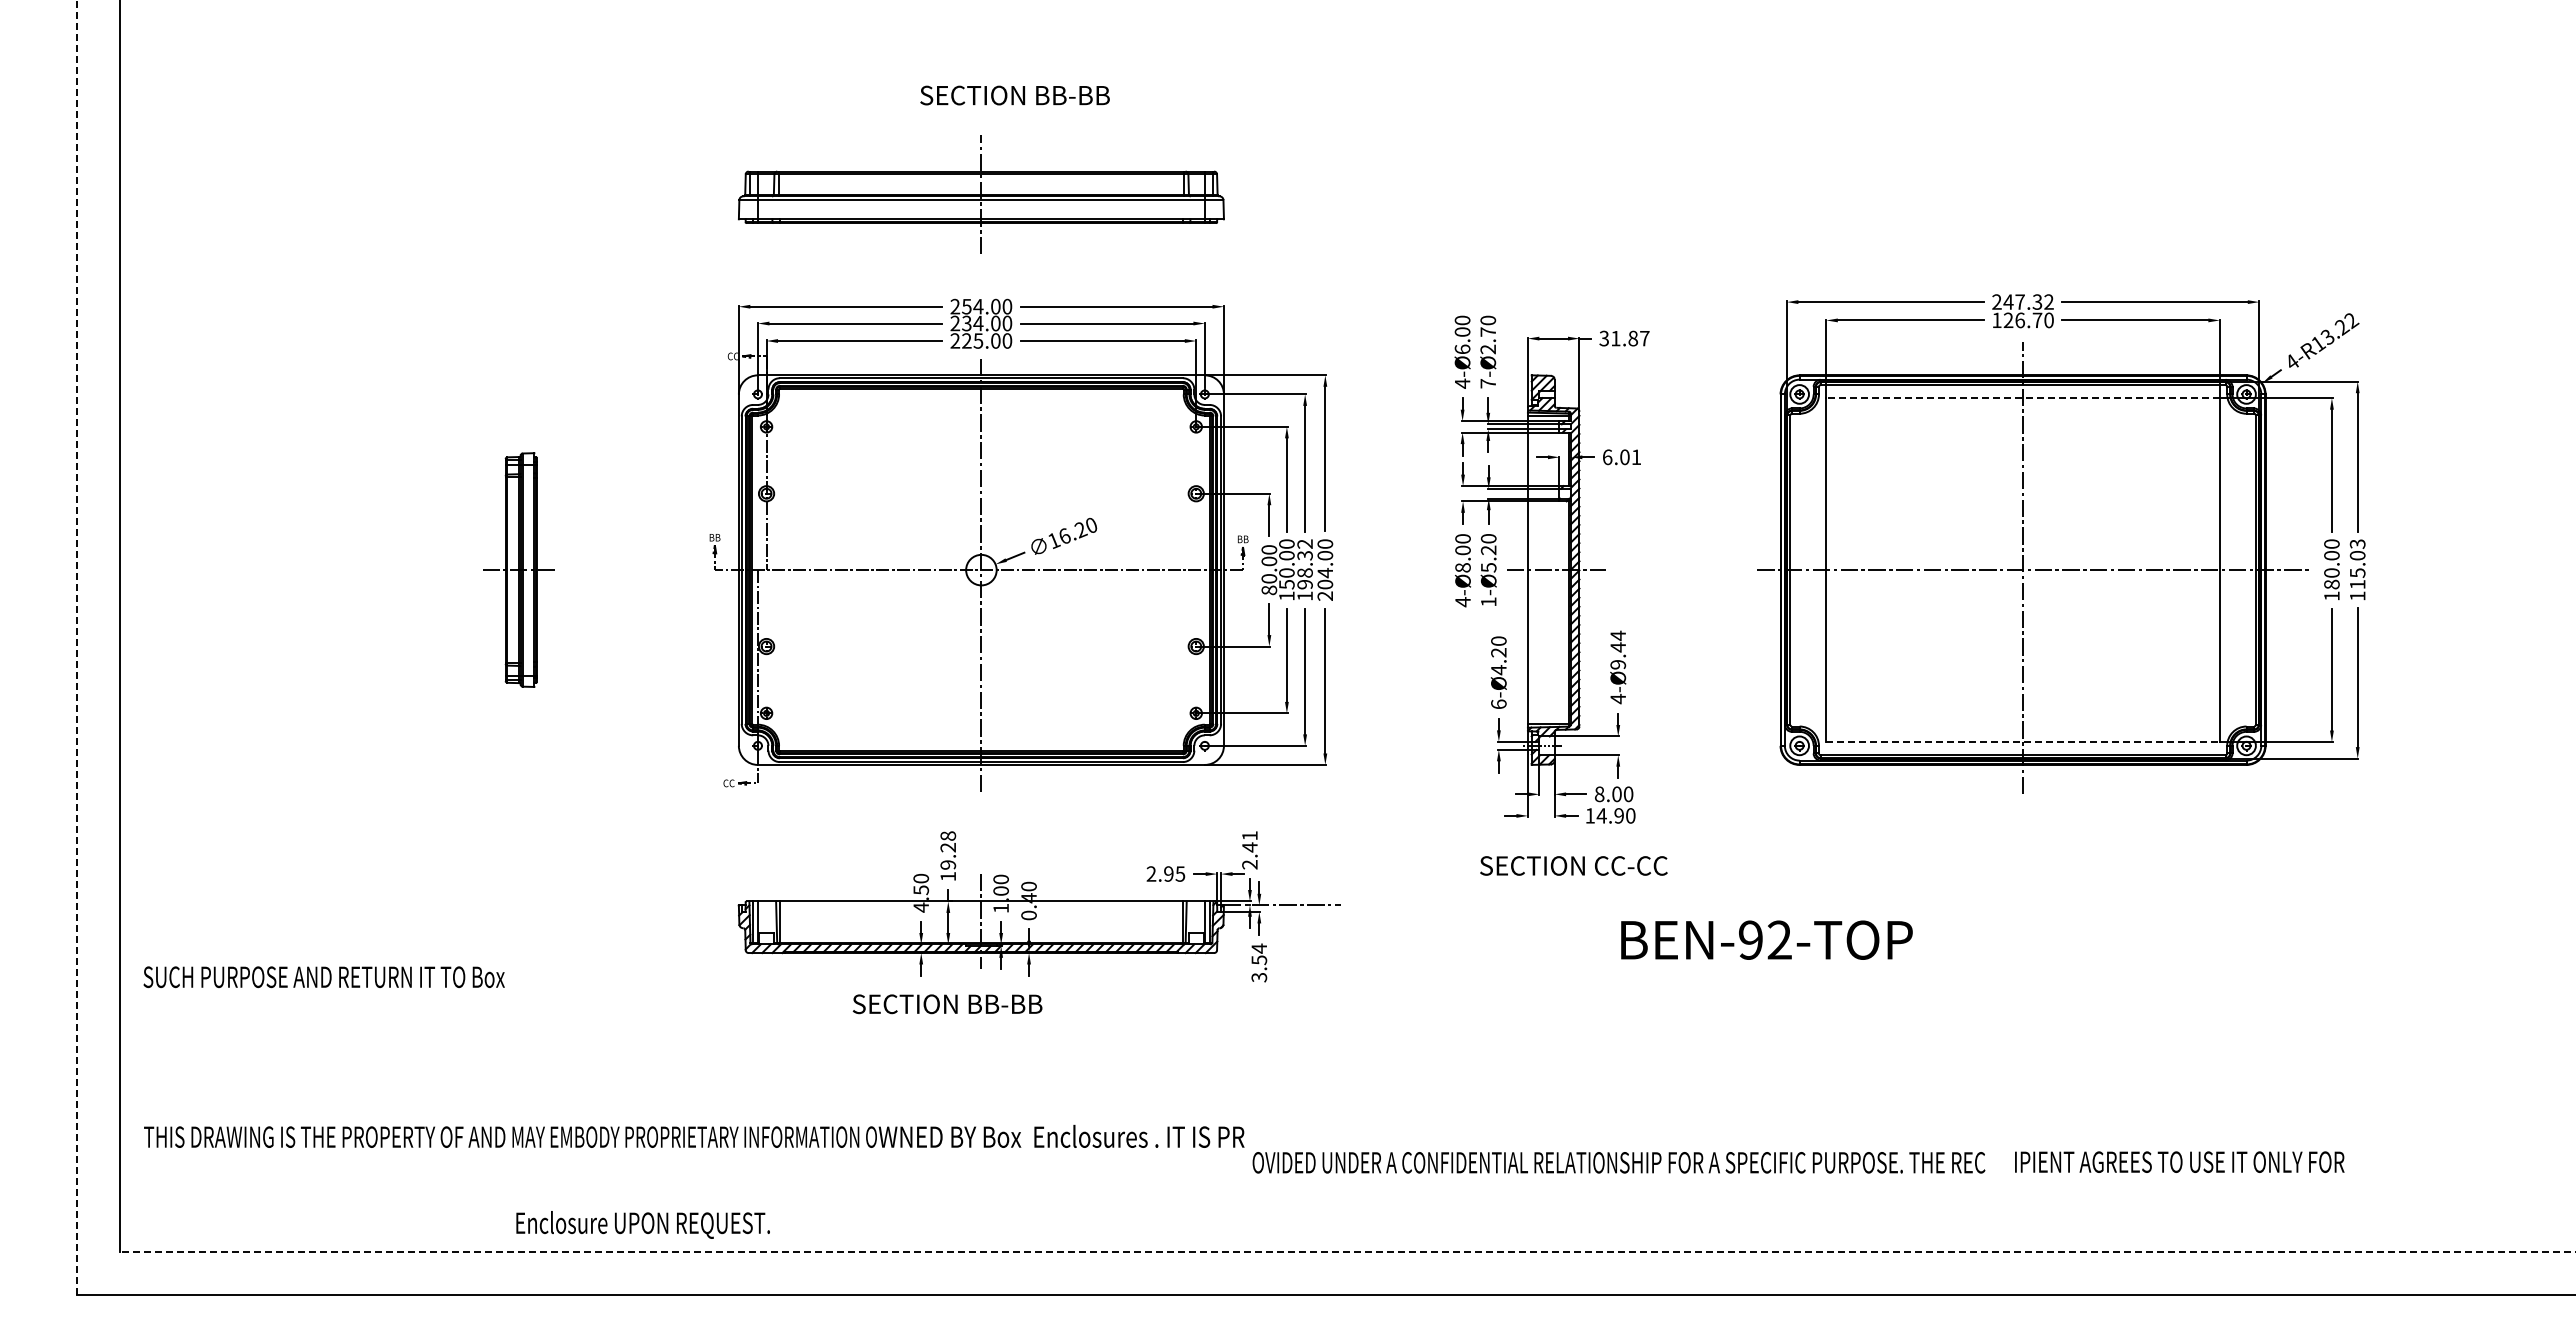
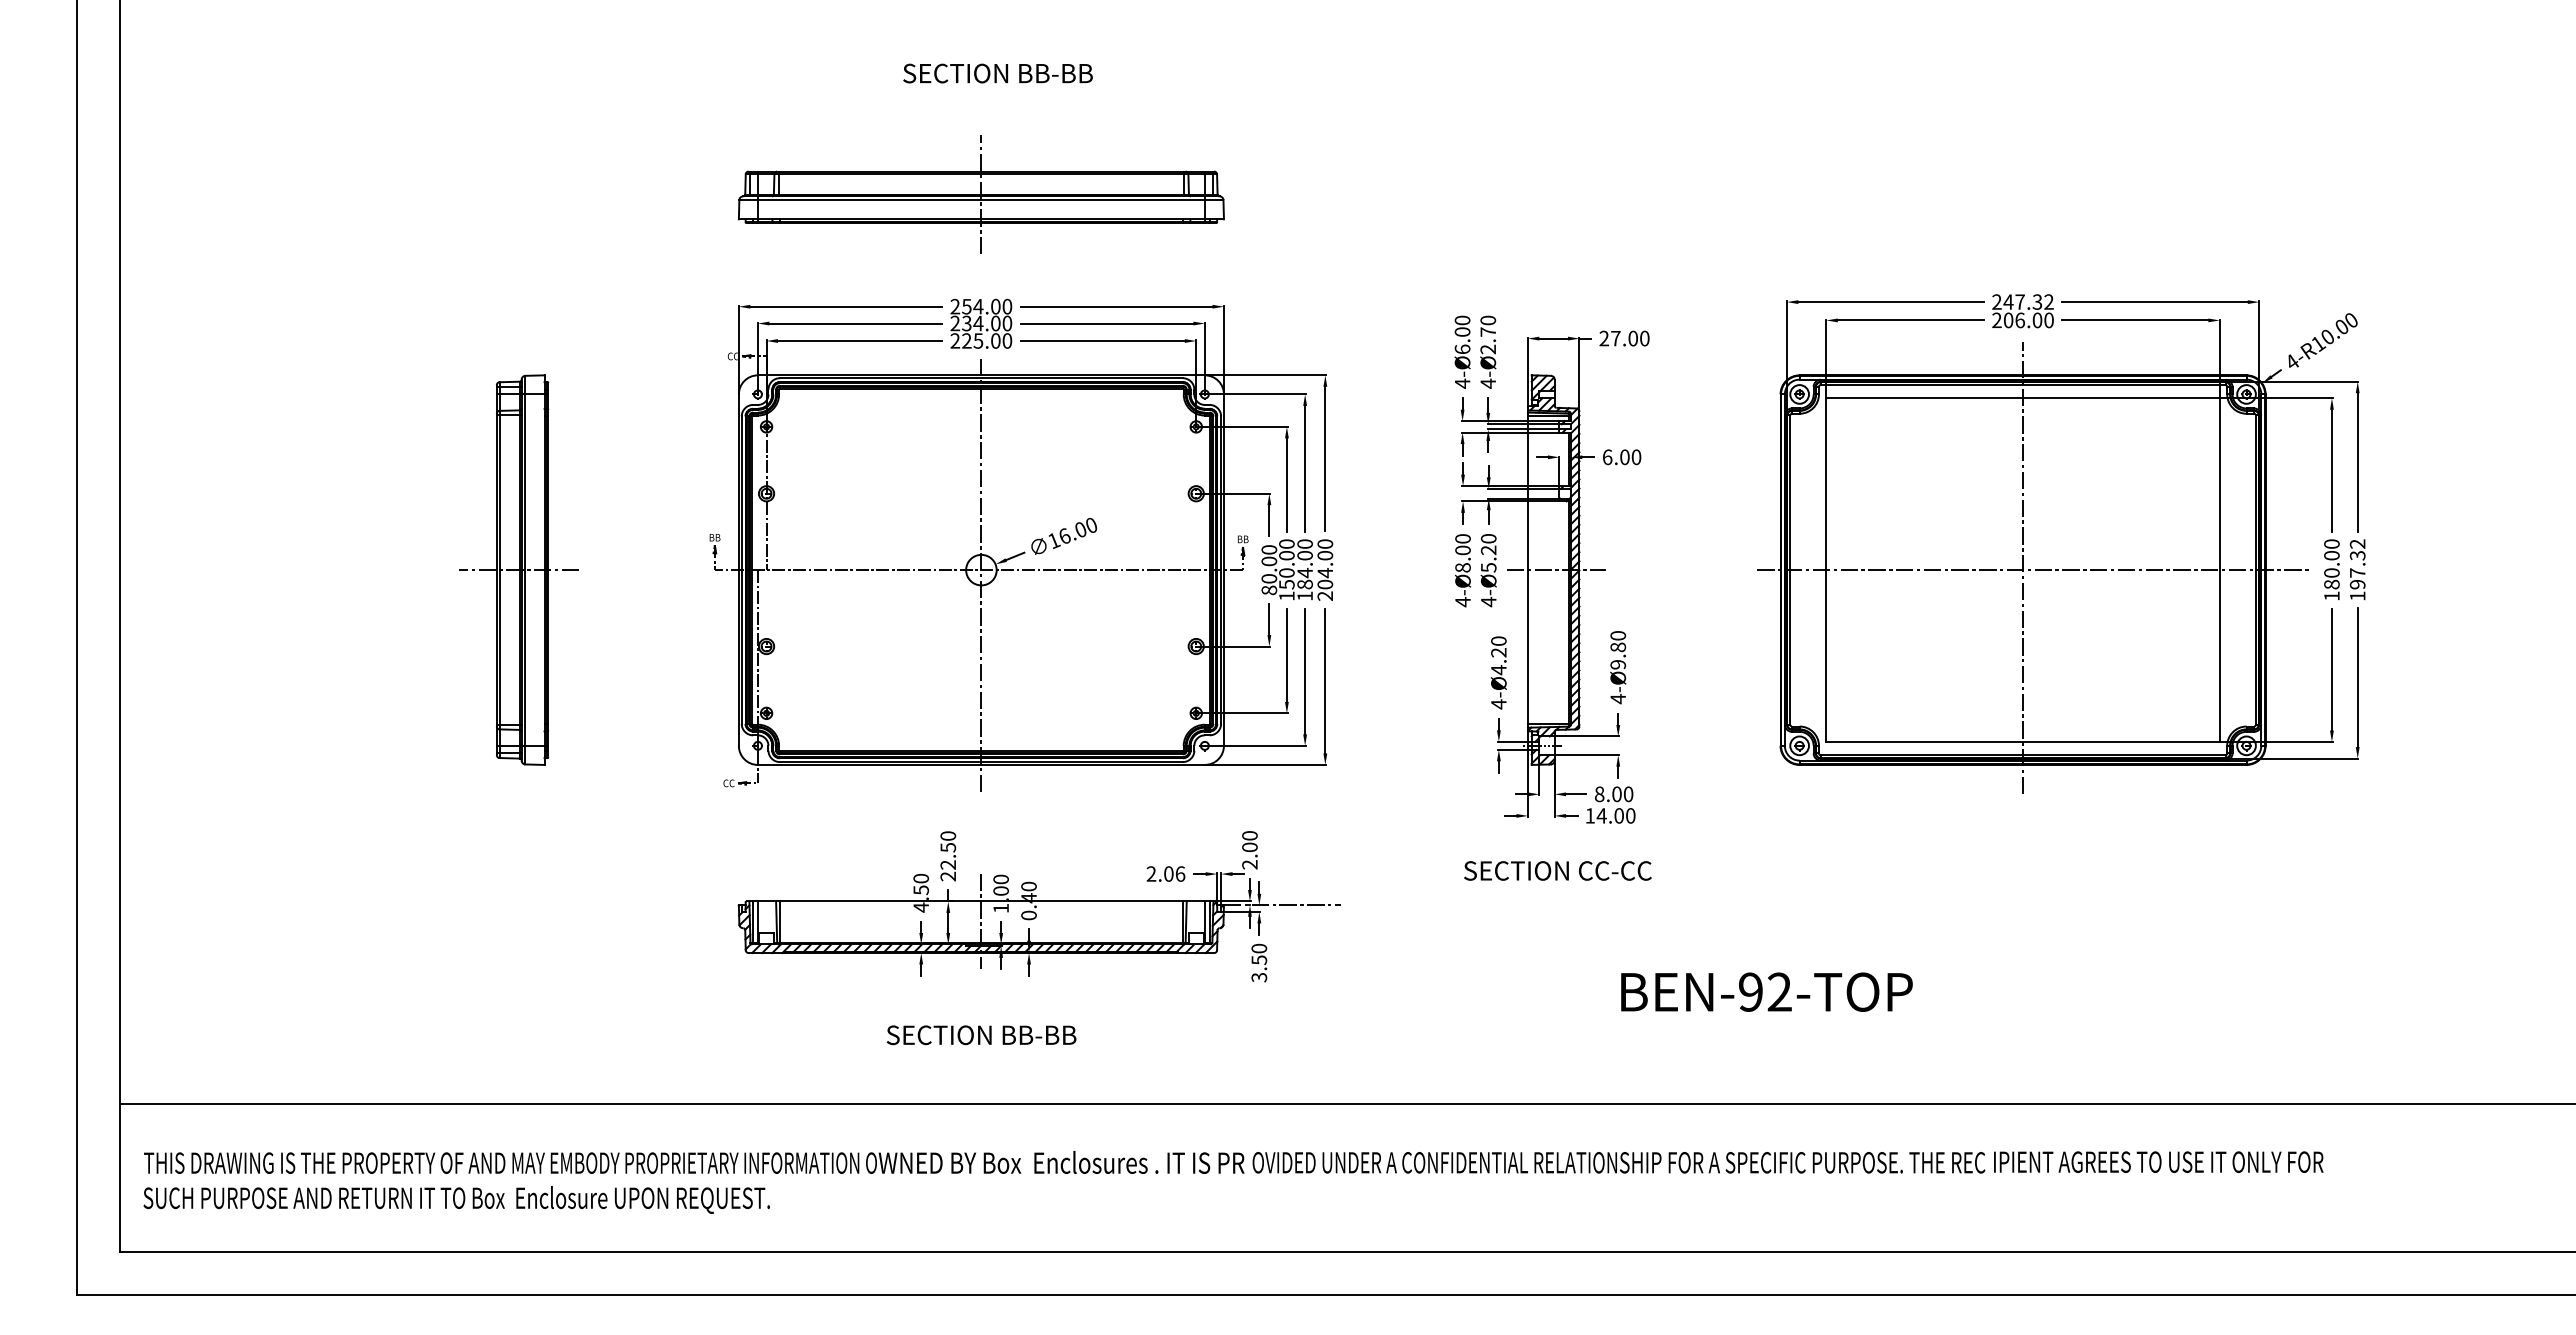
text at (1014, 95) position: (1014, 95) -> (997, 73)
text at (2017, 320): 126.70 -> 206.00
text at (2339, 329): 4-R13.22 -> 4-R10.00
text at (1624, 338): 31.87 -> 27.00
text at (1487, 383): 7- -> 4-
line at (2023, 398): dashed -> solid
text at (1636, 457): 6.01 -> 6.00
text at (1080, 530): 16.20 -> 16.00
text at (1304, 564): 198.32 -> 184.00
text at (2357, 564): 115.03 -> 197.32
part at (518, 569) size: 72x236 px -> 120x392 px
text at (1488, 601): 1- -> 4-
text at (1618, 641): 9.44 -> 9.80
line at (77, 646): dashed -> solid
text at (1498, 704): 6- -> 4-
line at (2023, 742): dashed -> solid
text at (1618, 815): 14.90 -> 14.00
text at (1249, 841): 2.41 -> 2.00
text at (948, 856): 19.28 -> 22.50
text at (1573, 865) position: (1573, 865) -> (1557, 870)
text at (1174, 873): 2.95 -> 2.06
text at (1766, 939) position: (1766, 939) -> (1766, 991)
text at (1259, 948): 3.54 -> 3.50
text at (323, 977) position: (323, 977) -> (323, 1198)
text at (947, 1004) position: (947, 1004) -> (981, 1035)
line at (1346, 1103): none -> present
text at (694, 1135) position: (694, 1135) -> (694, 1161)
text at (2179, 1161) position: (2179, 1161) -> (2158, 1161)
text at (642, 1224) position: (642, 1224) -> (642, 1199)
line at (1348, 1251): dashed -> solid
